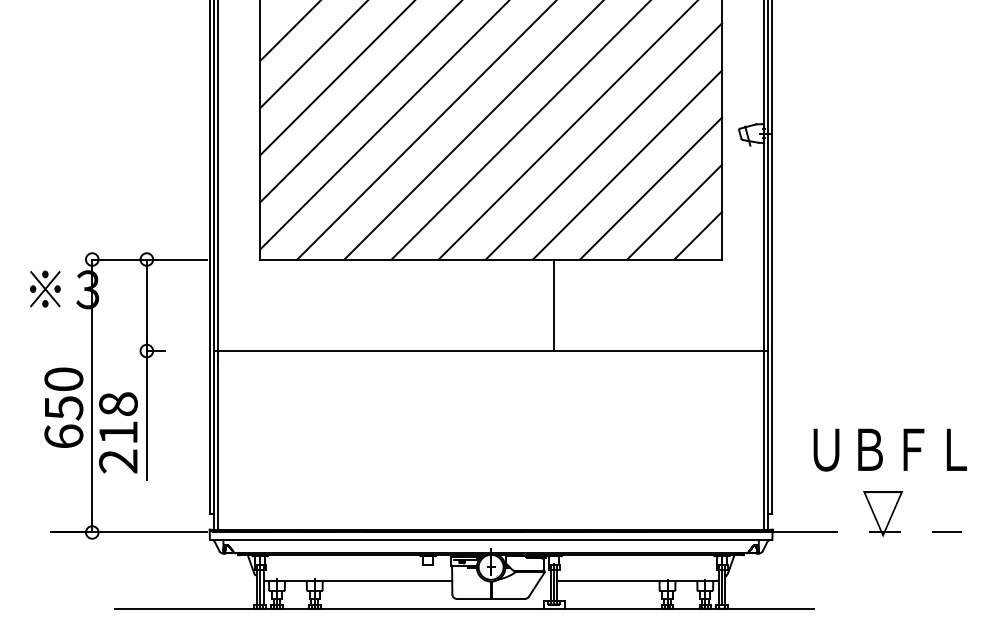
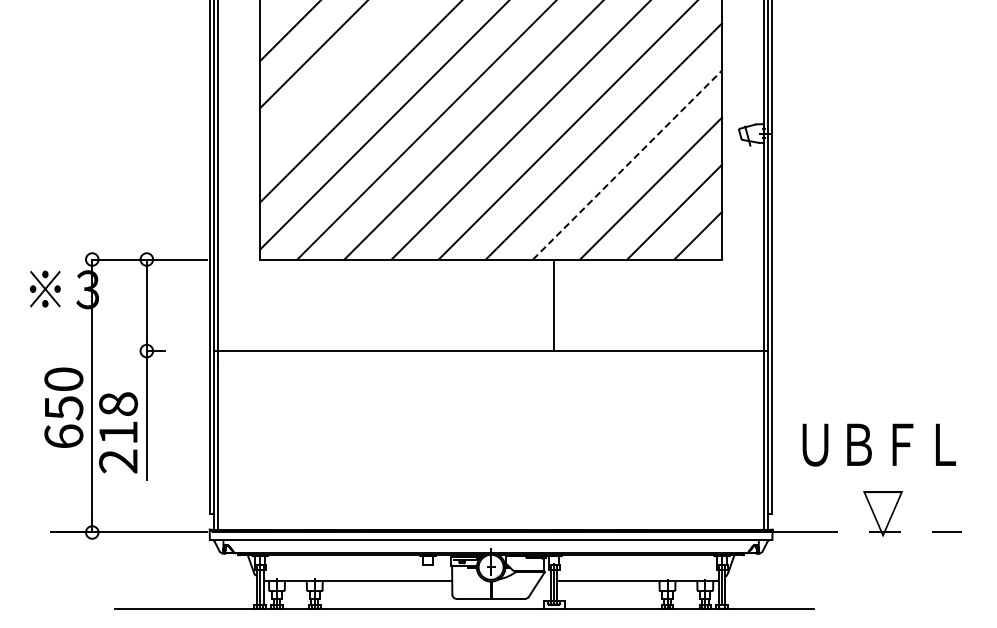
line at (336, 78): present -> none
line at (627, 165): solid -> dashed
text at (889, 449) position: (889, 449) -> (878, 444)
